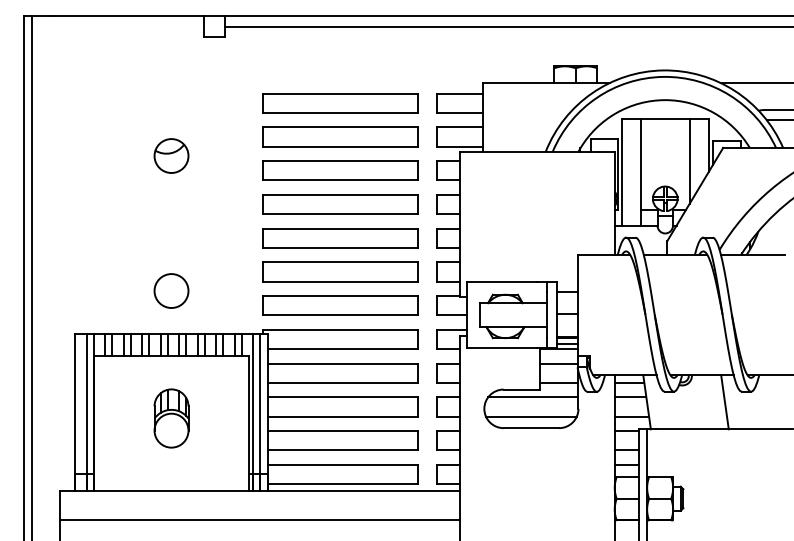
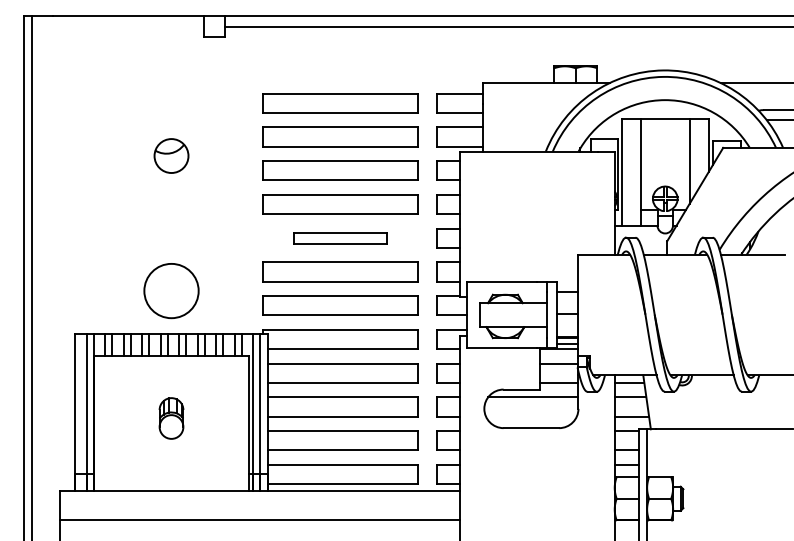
part at (340, 238) size: 157x21 px -> 95x13 px
circle at (171, 291) diameter: 34 px -> 54 px
line at (724, 402): present -> none
line at (530, 416): present -> none
part at (171, 418) size: 37x61 px -> 27x43 px
